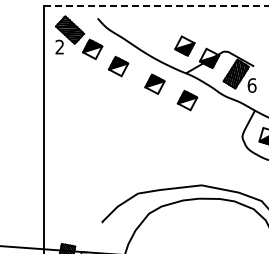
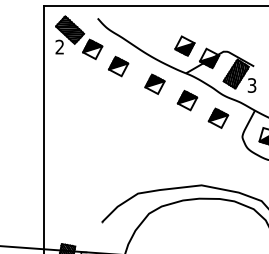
line at (156, 5): dashed -> solid
text at (251, 85): 6 -> 3
part at (218, 117): none -> present
